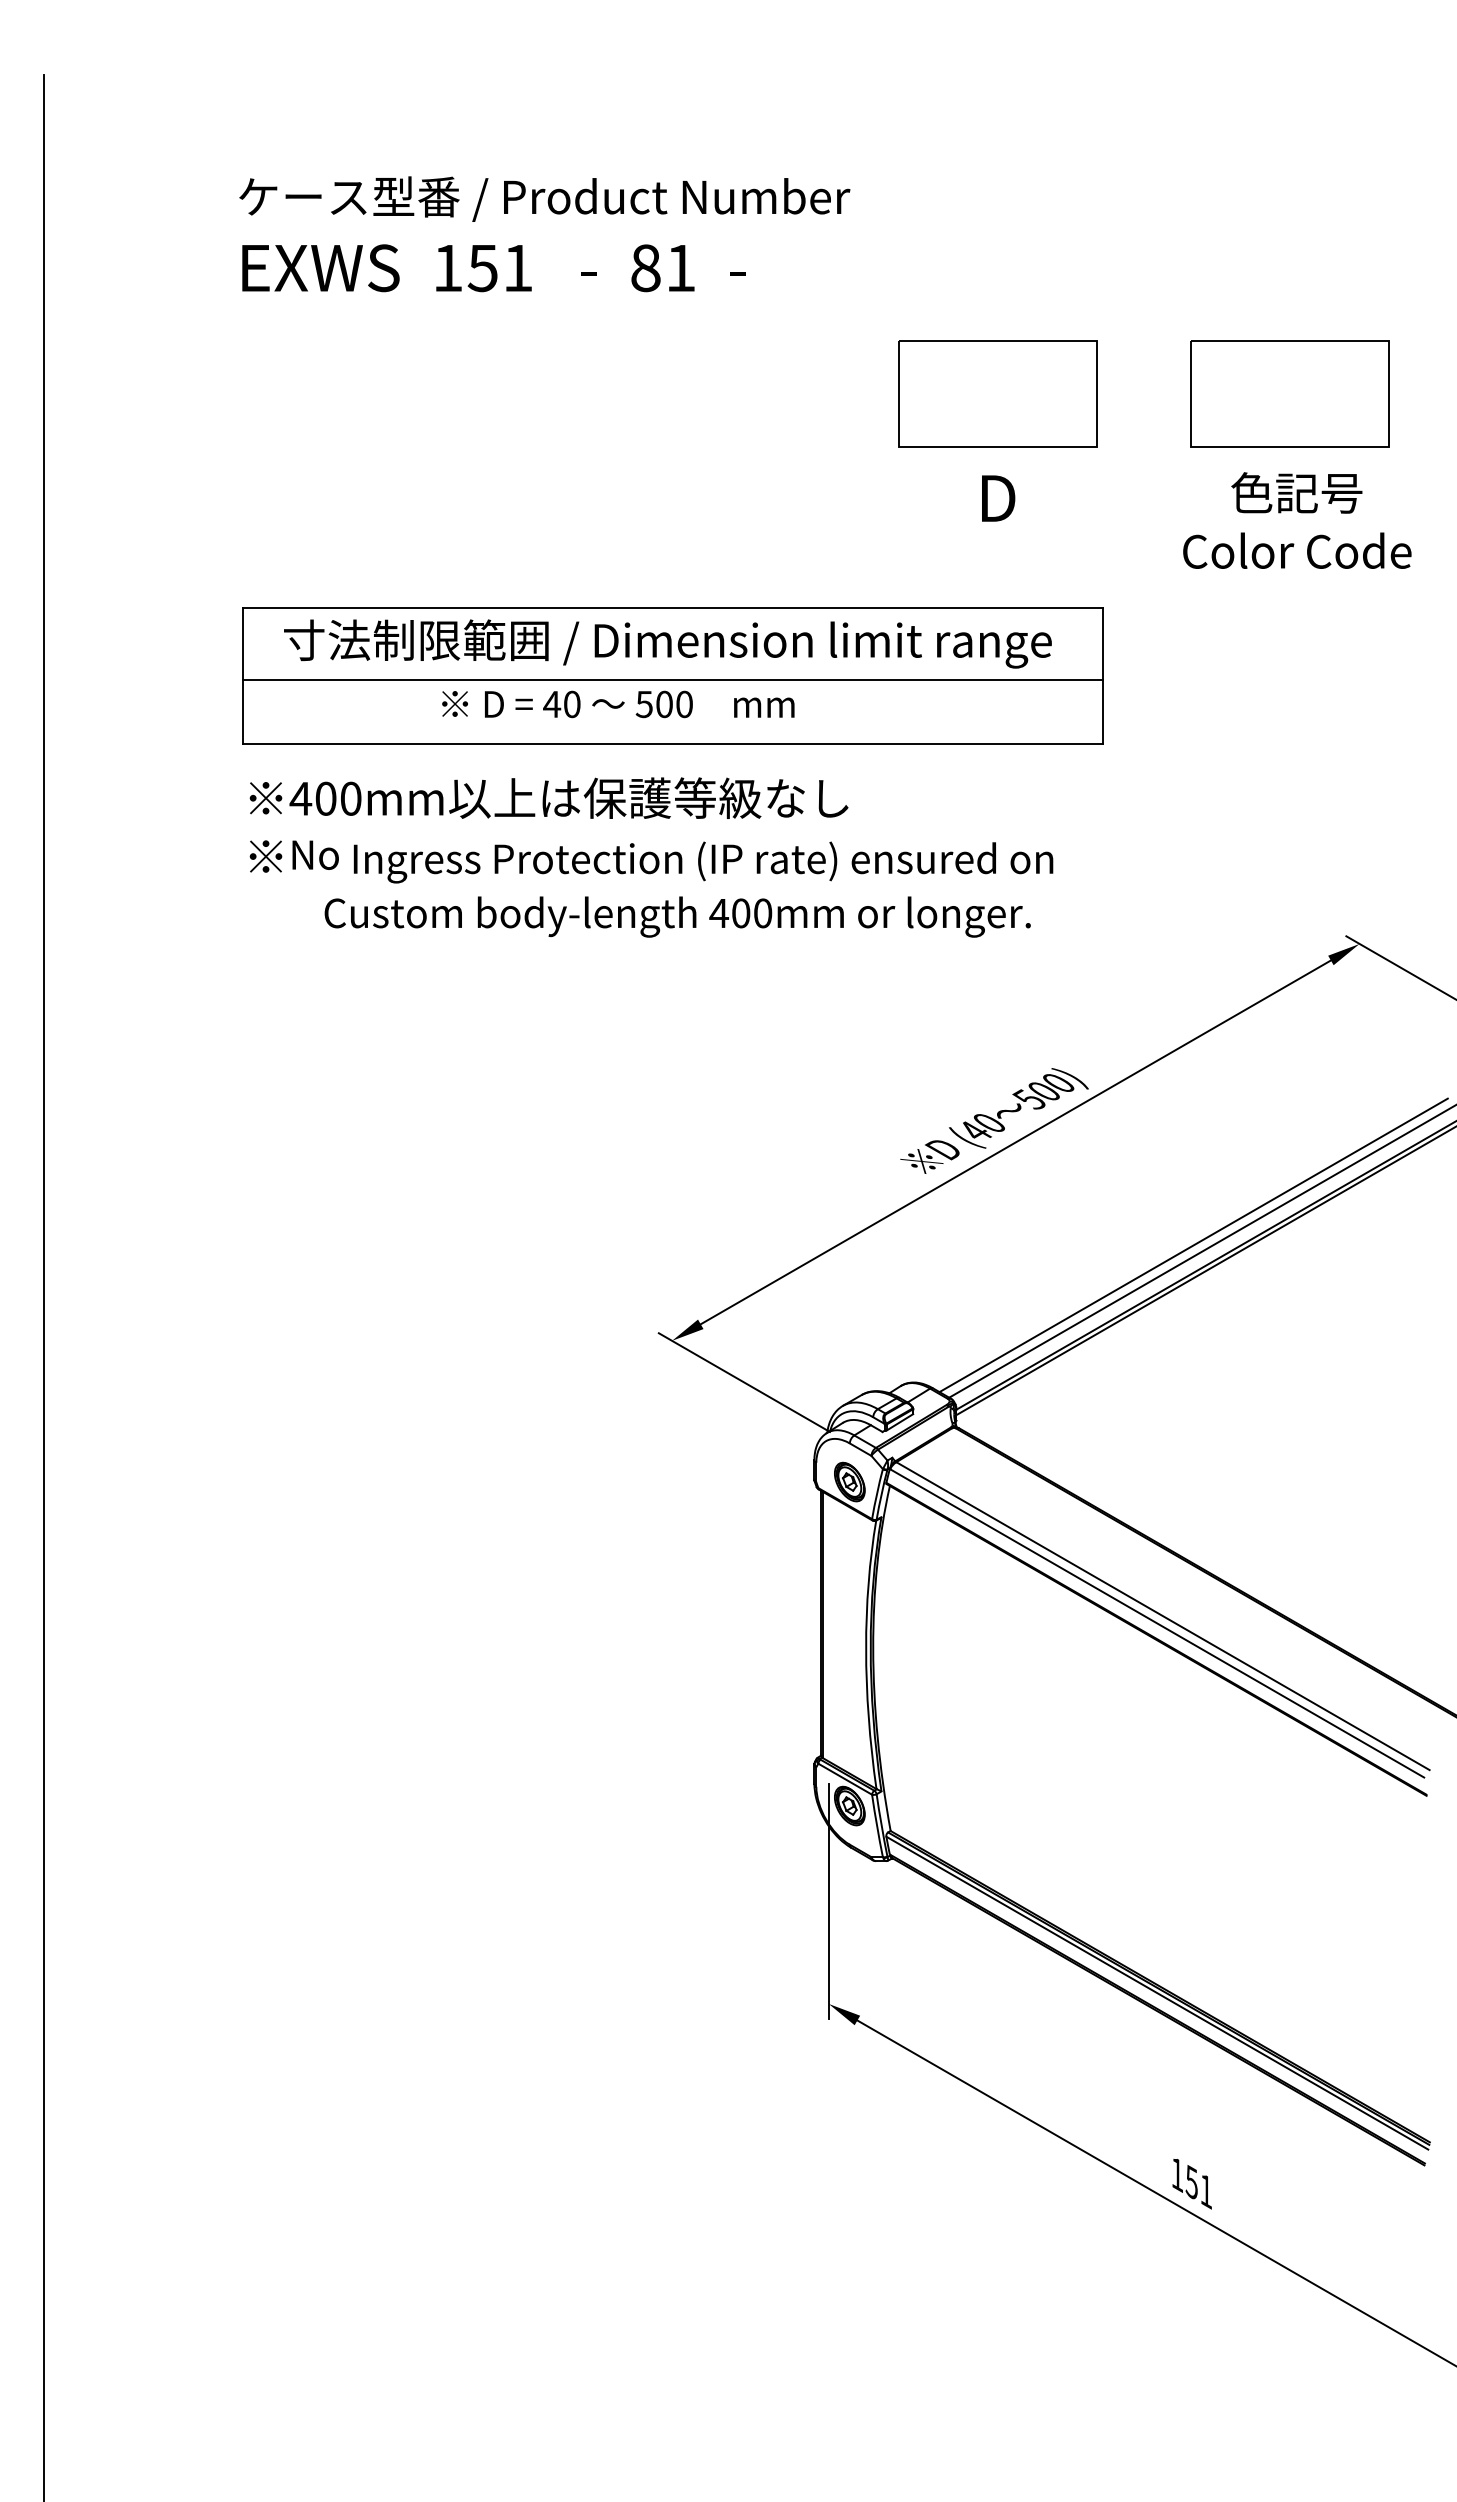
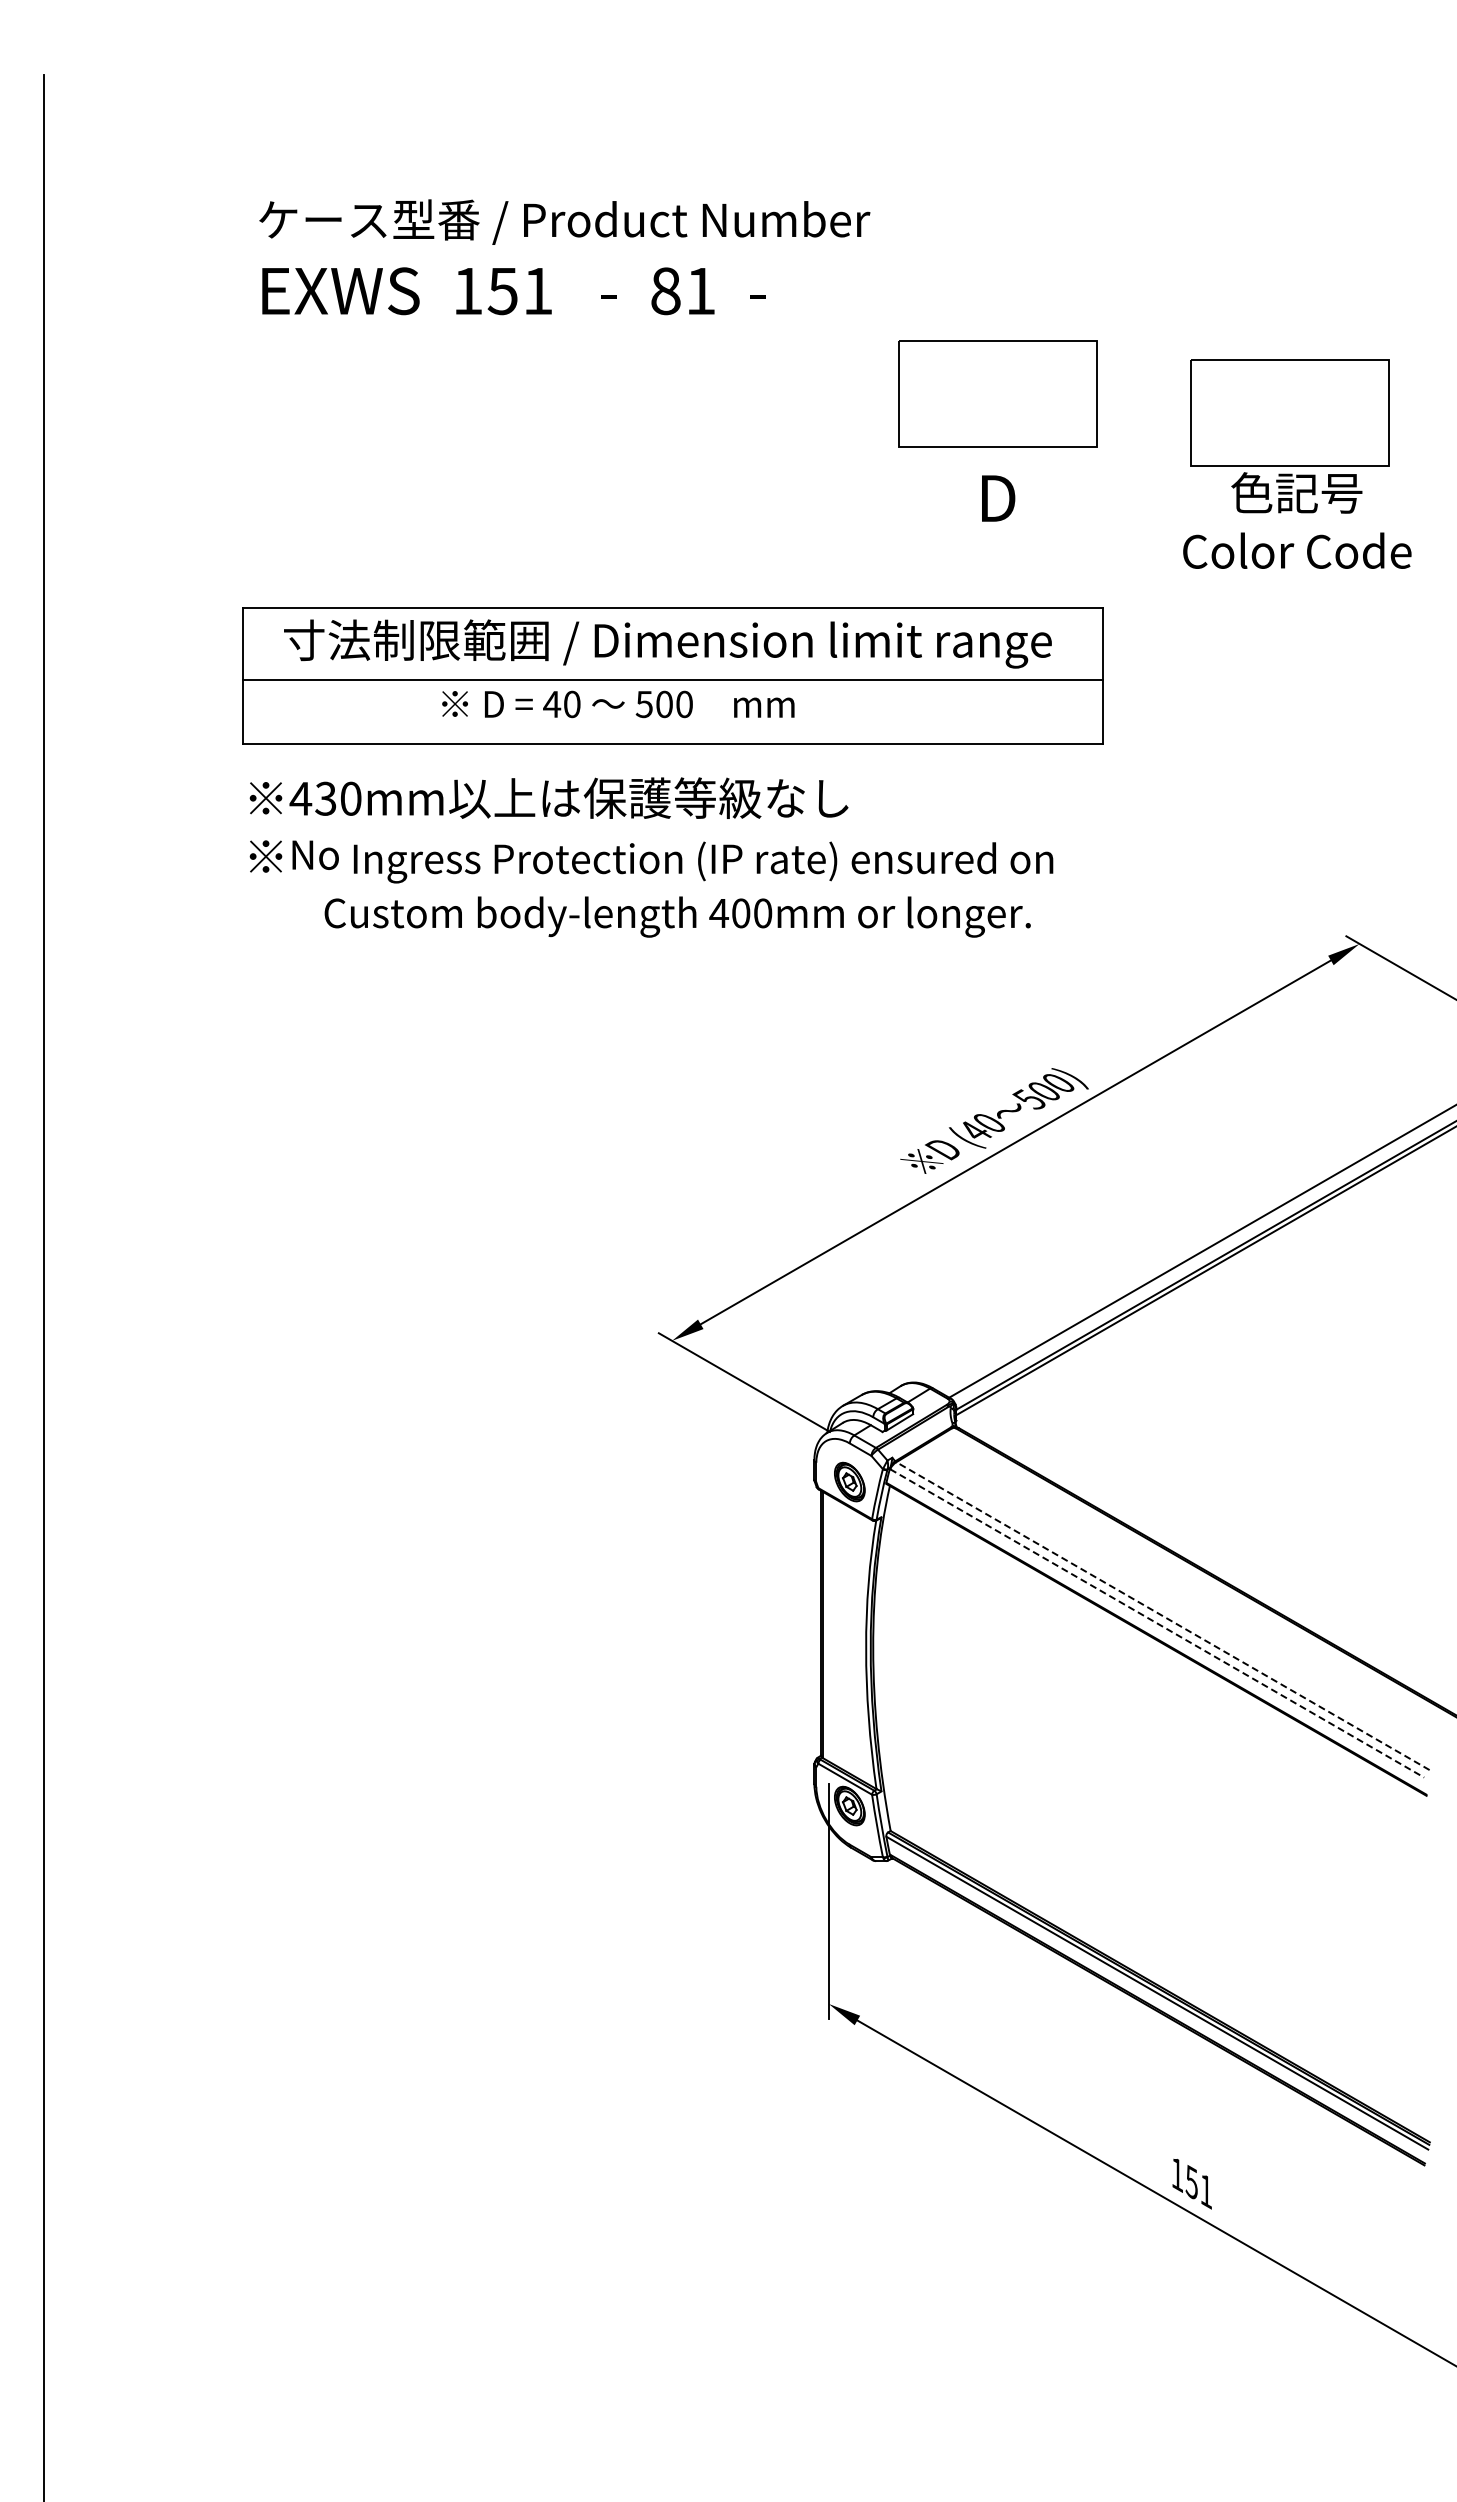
text at (544, 234) position: (544, 234) -> (564, 257)
part at (1289, 393) position: (1289, 393) -> (1289, 412)
text at (325, 798): 400mm -> 430mm
line at (1193, 1245): present -> none
line at (1163, 1616): solid -> dashed
line at (1157, 1623): solid -> dashed
